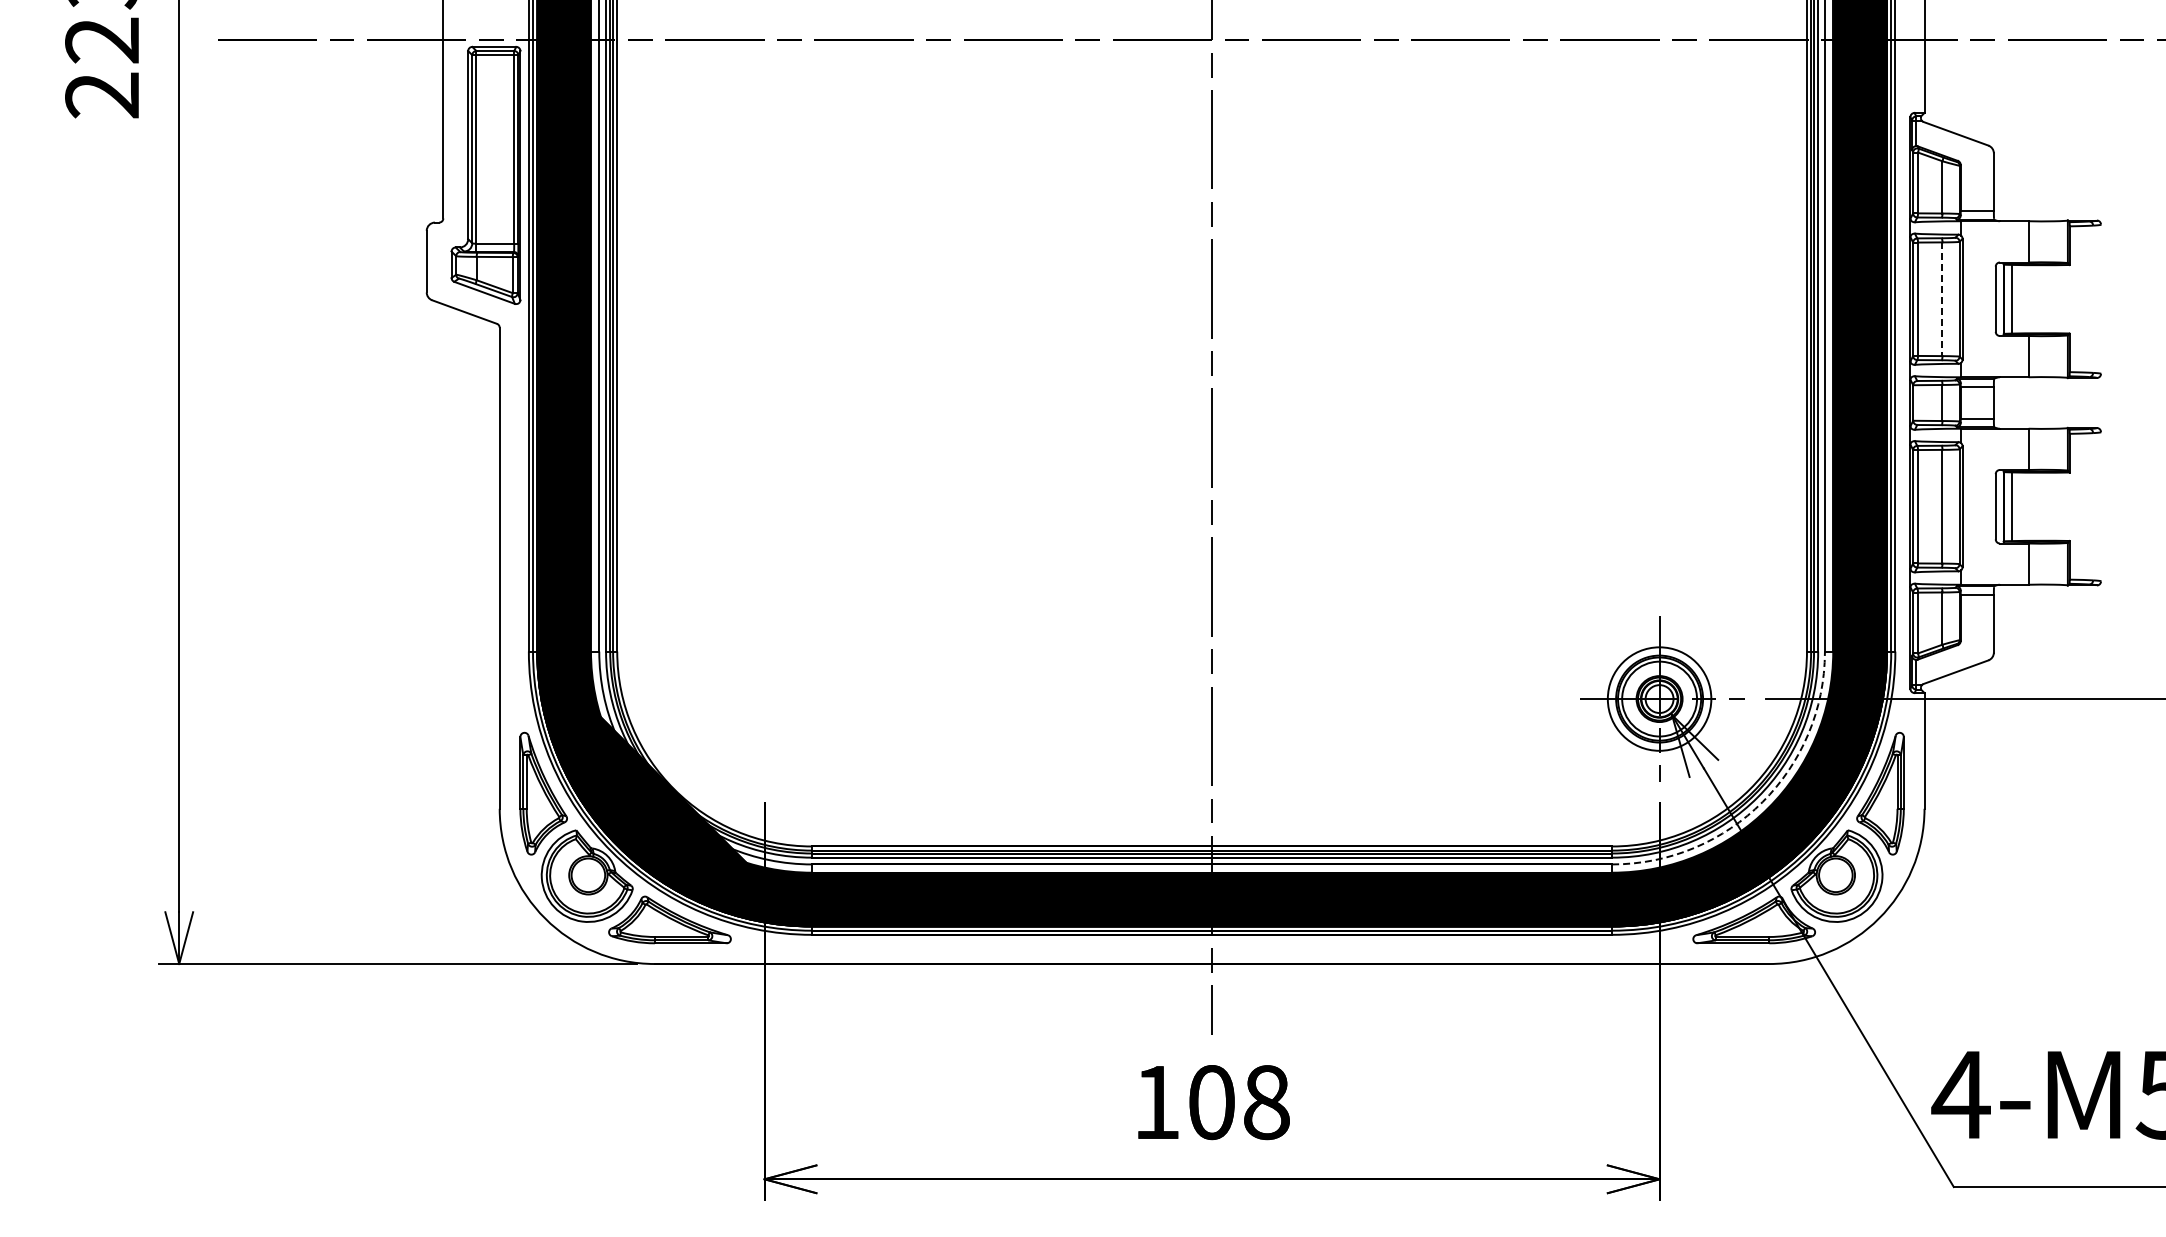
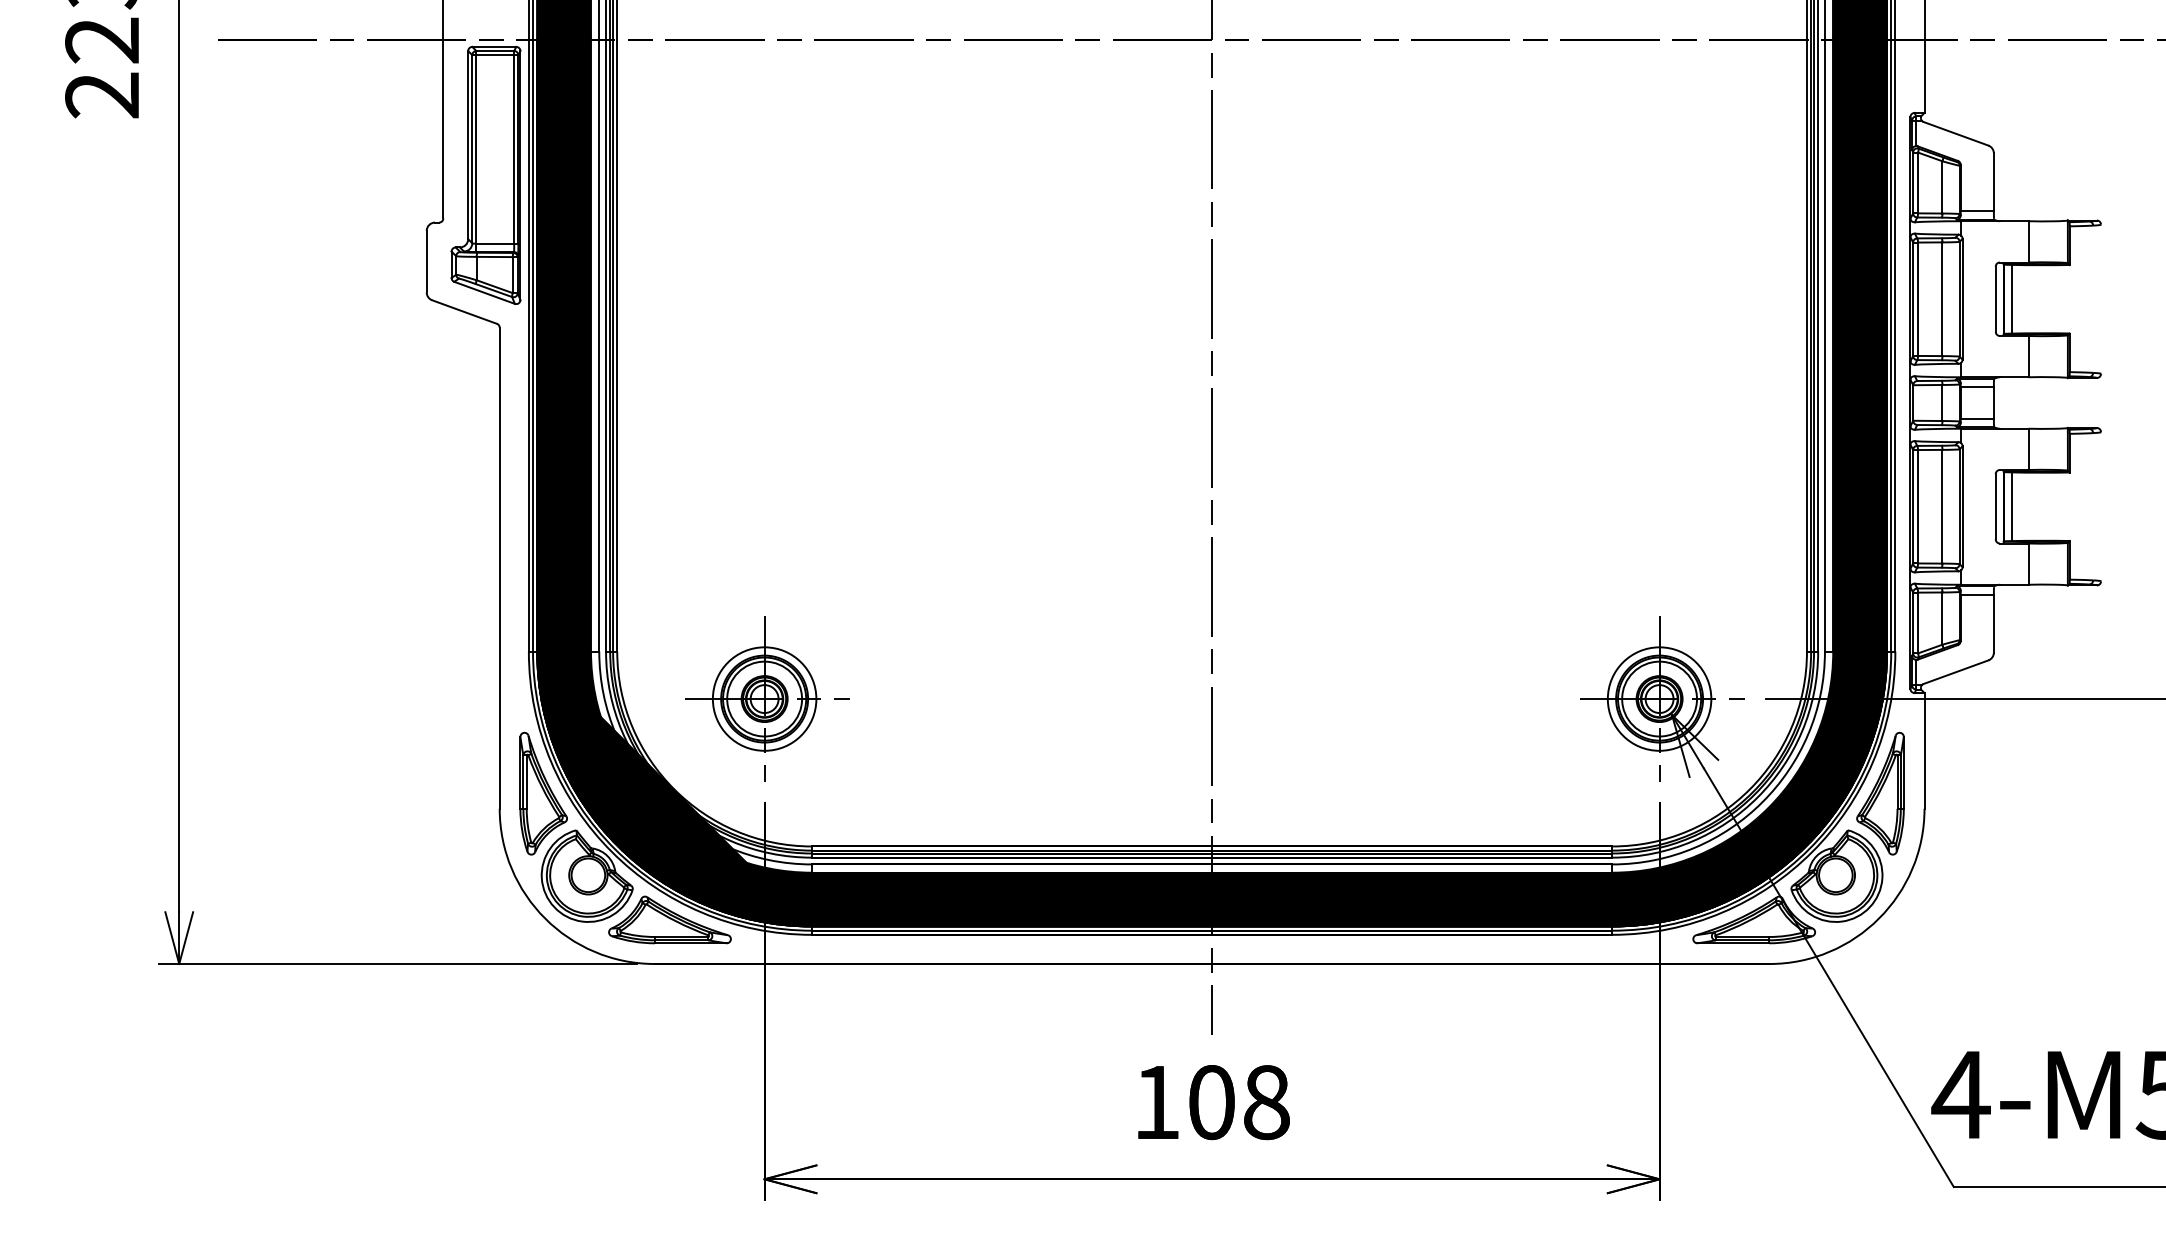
line at (1942, 299): dashed -> solid
part at (767, 698): none -> present
arc at (1762, 802): dashed -> solid
